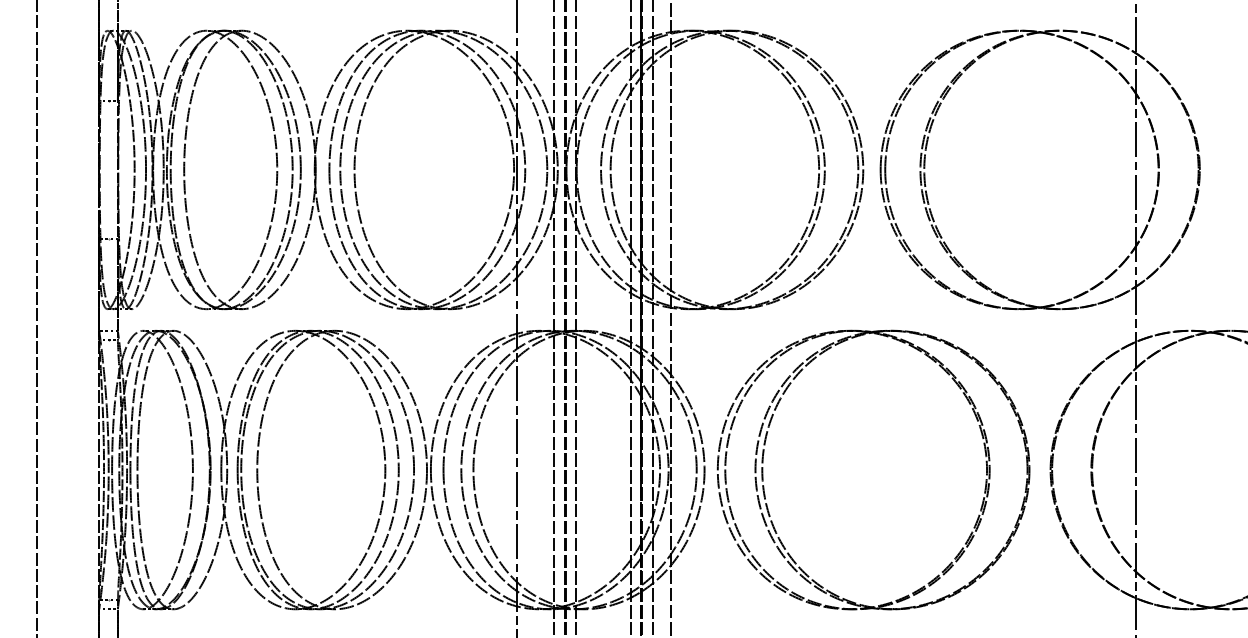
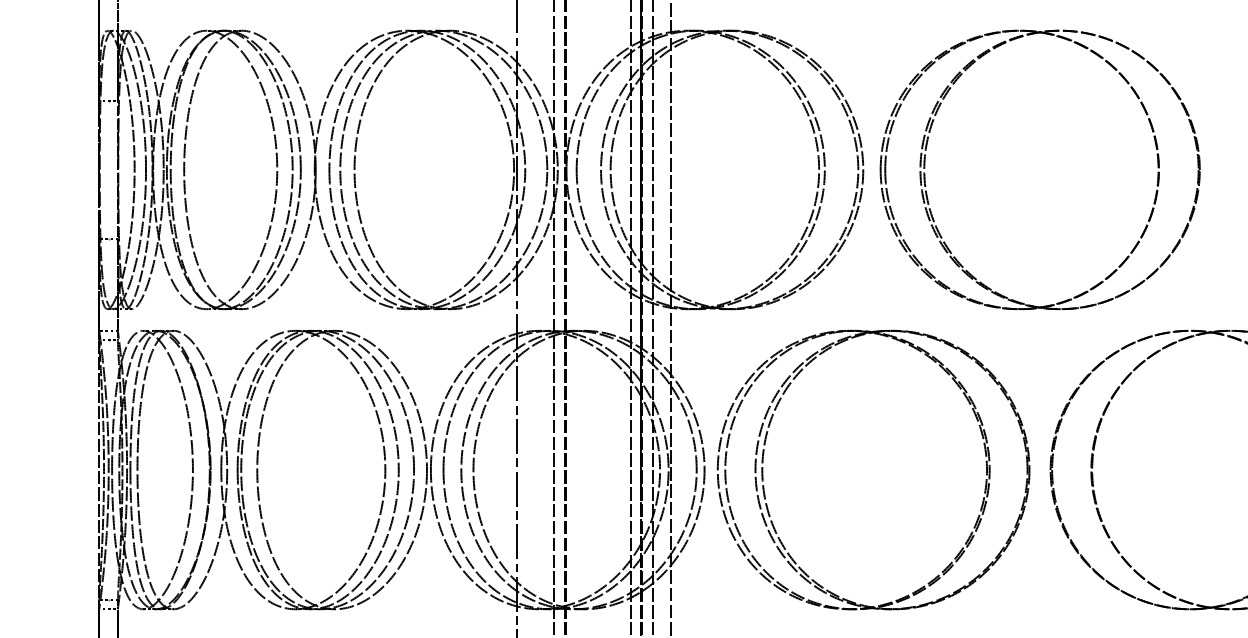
line at (37, 318): present -> none
line at (575, 318): present -> none
line at (1135, 318): present -> none
